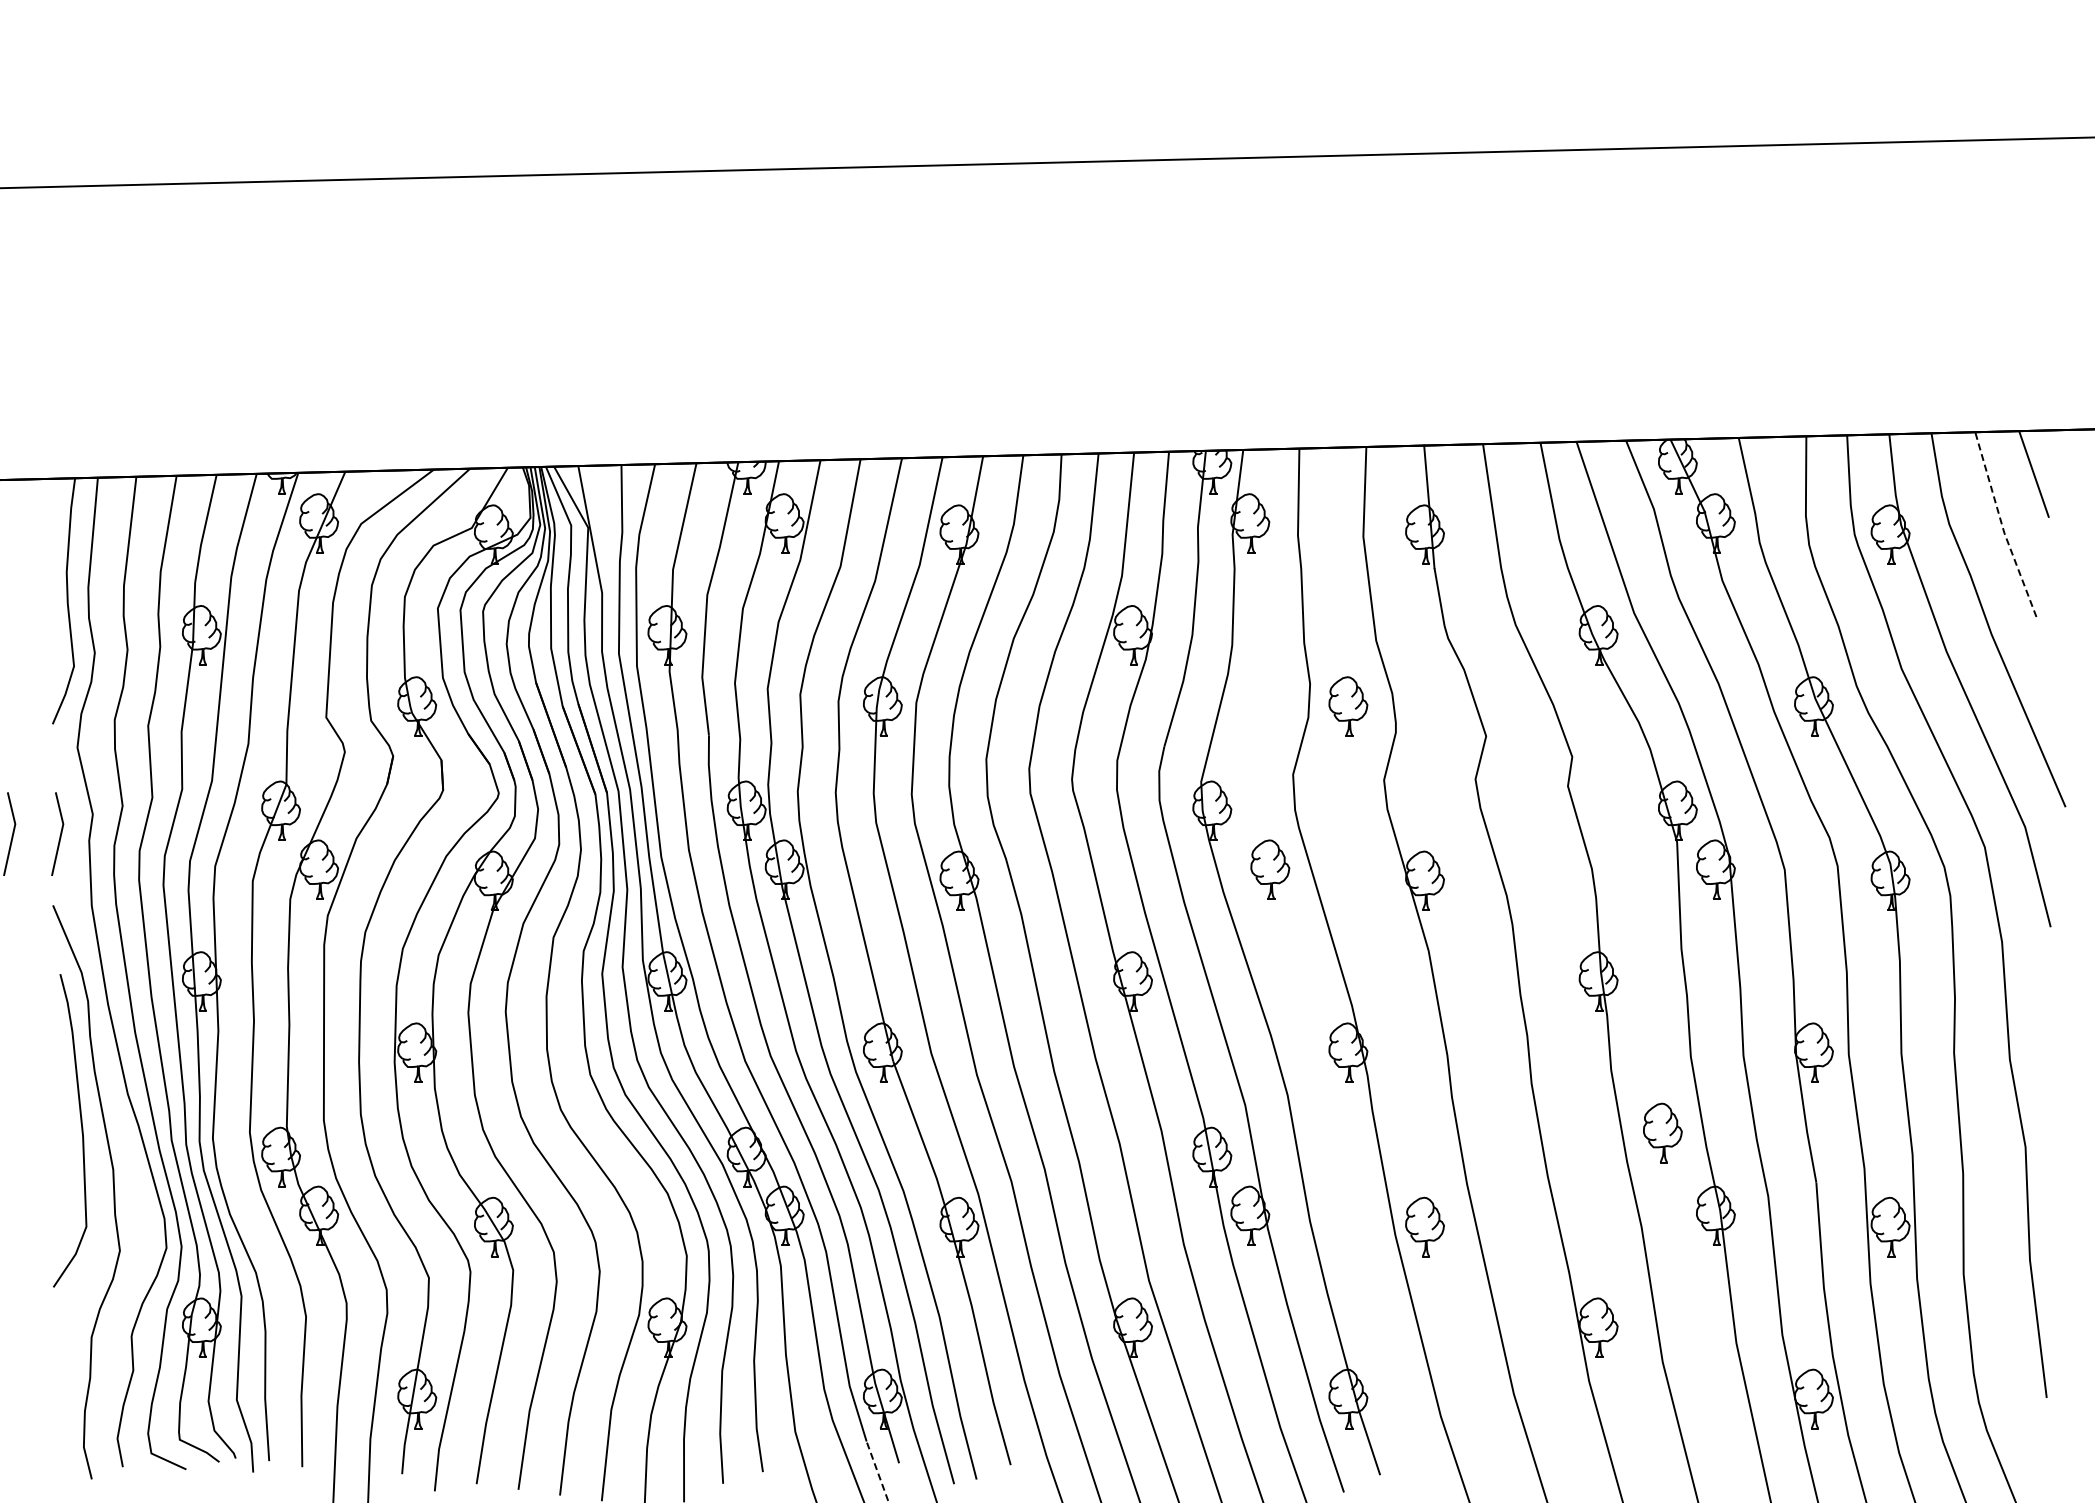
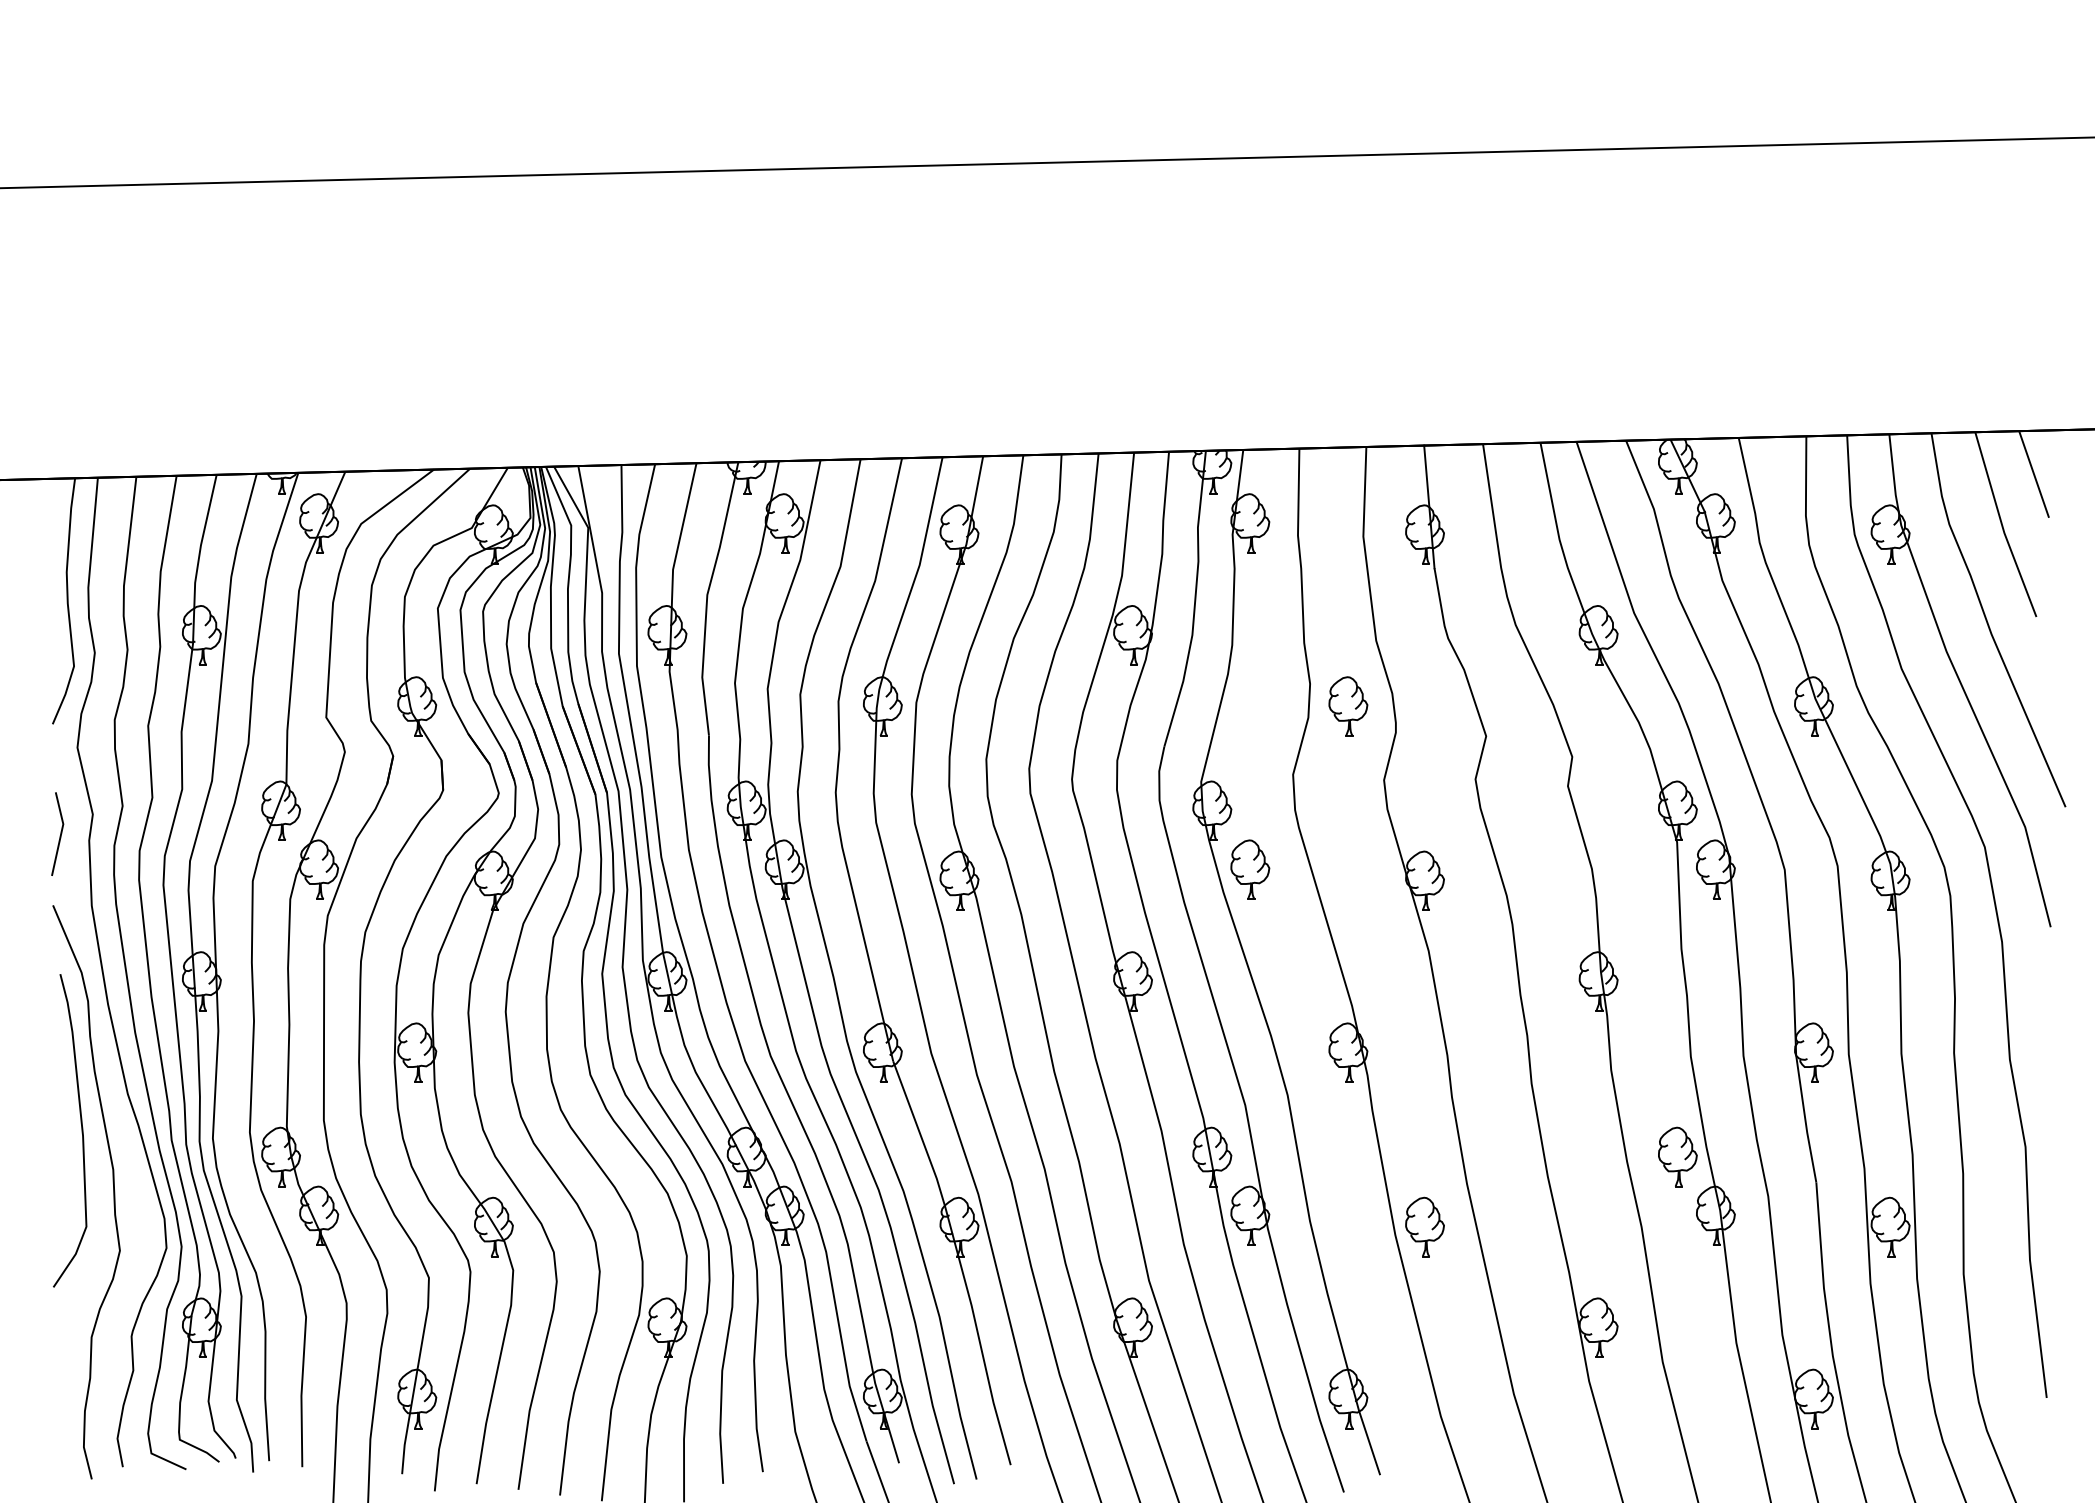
line at (2002, 526): dashed -> solid
line at (11, 835): present -> none
part at (1270, 869) position: (1270, 869) -> (1250, 869)
part at (1662, 1132) position: (1662, 1132) -> (1677, 1156)
line at (877, 1471): dashed -> solid
